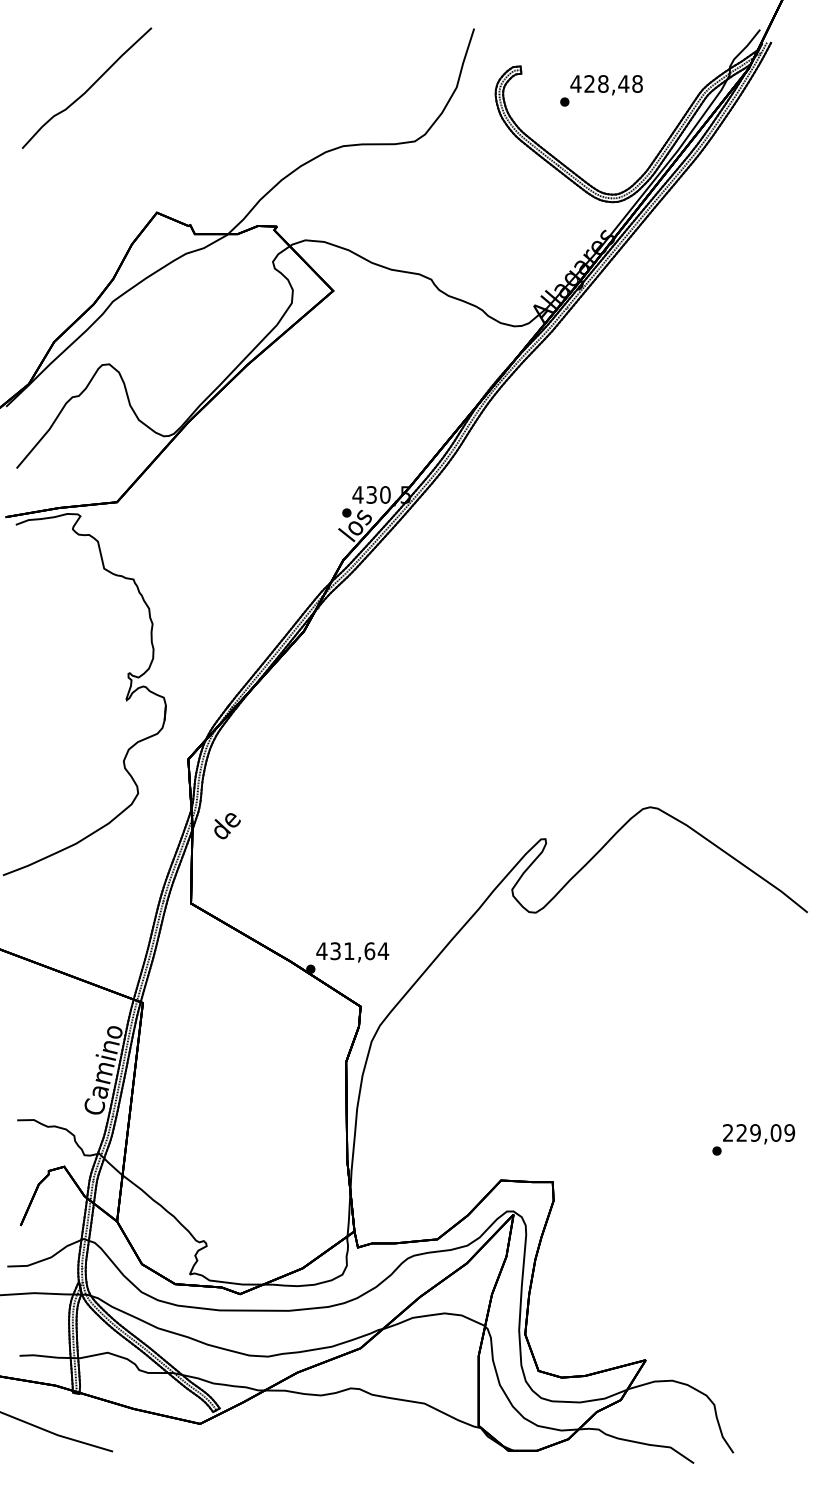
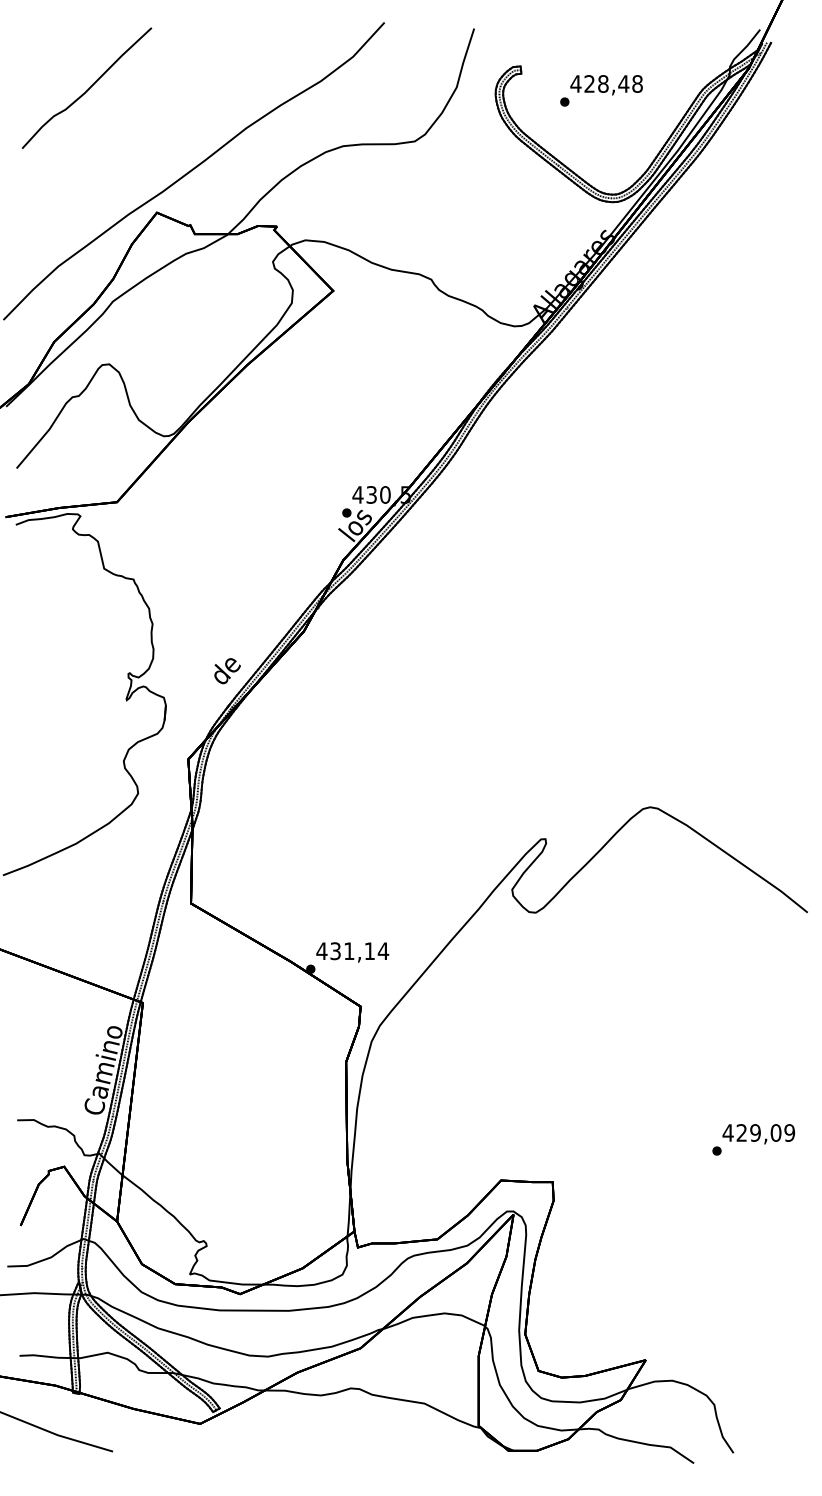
part at (193, 171): none -> present
text at (227, 826) position: (227, 826) -> (227, 671)
text at (369, 951): 431,64 -> 431,14
text at (727, 1132): 229,09 -> 429,09
